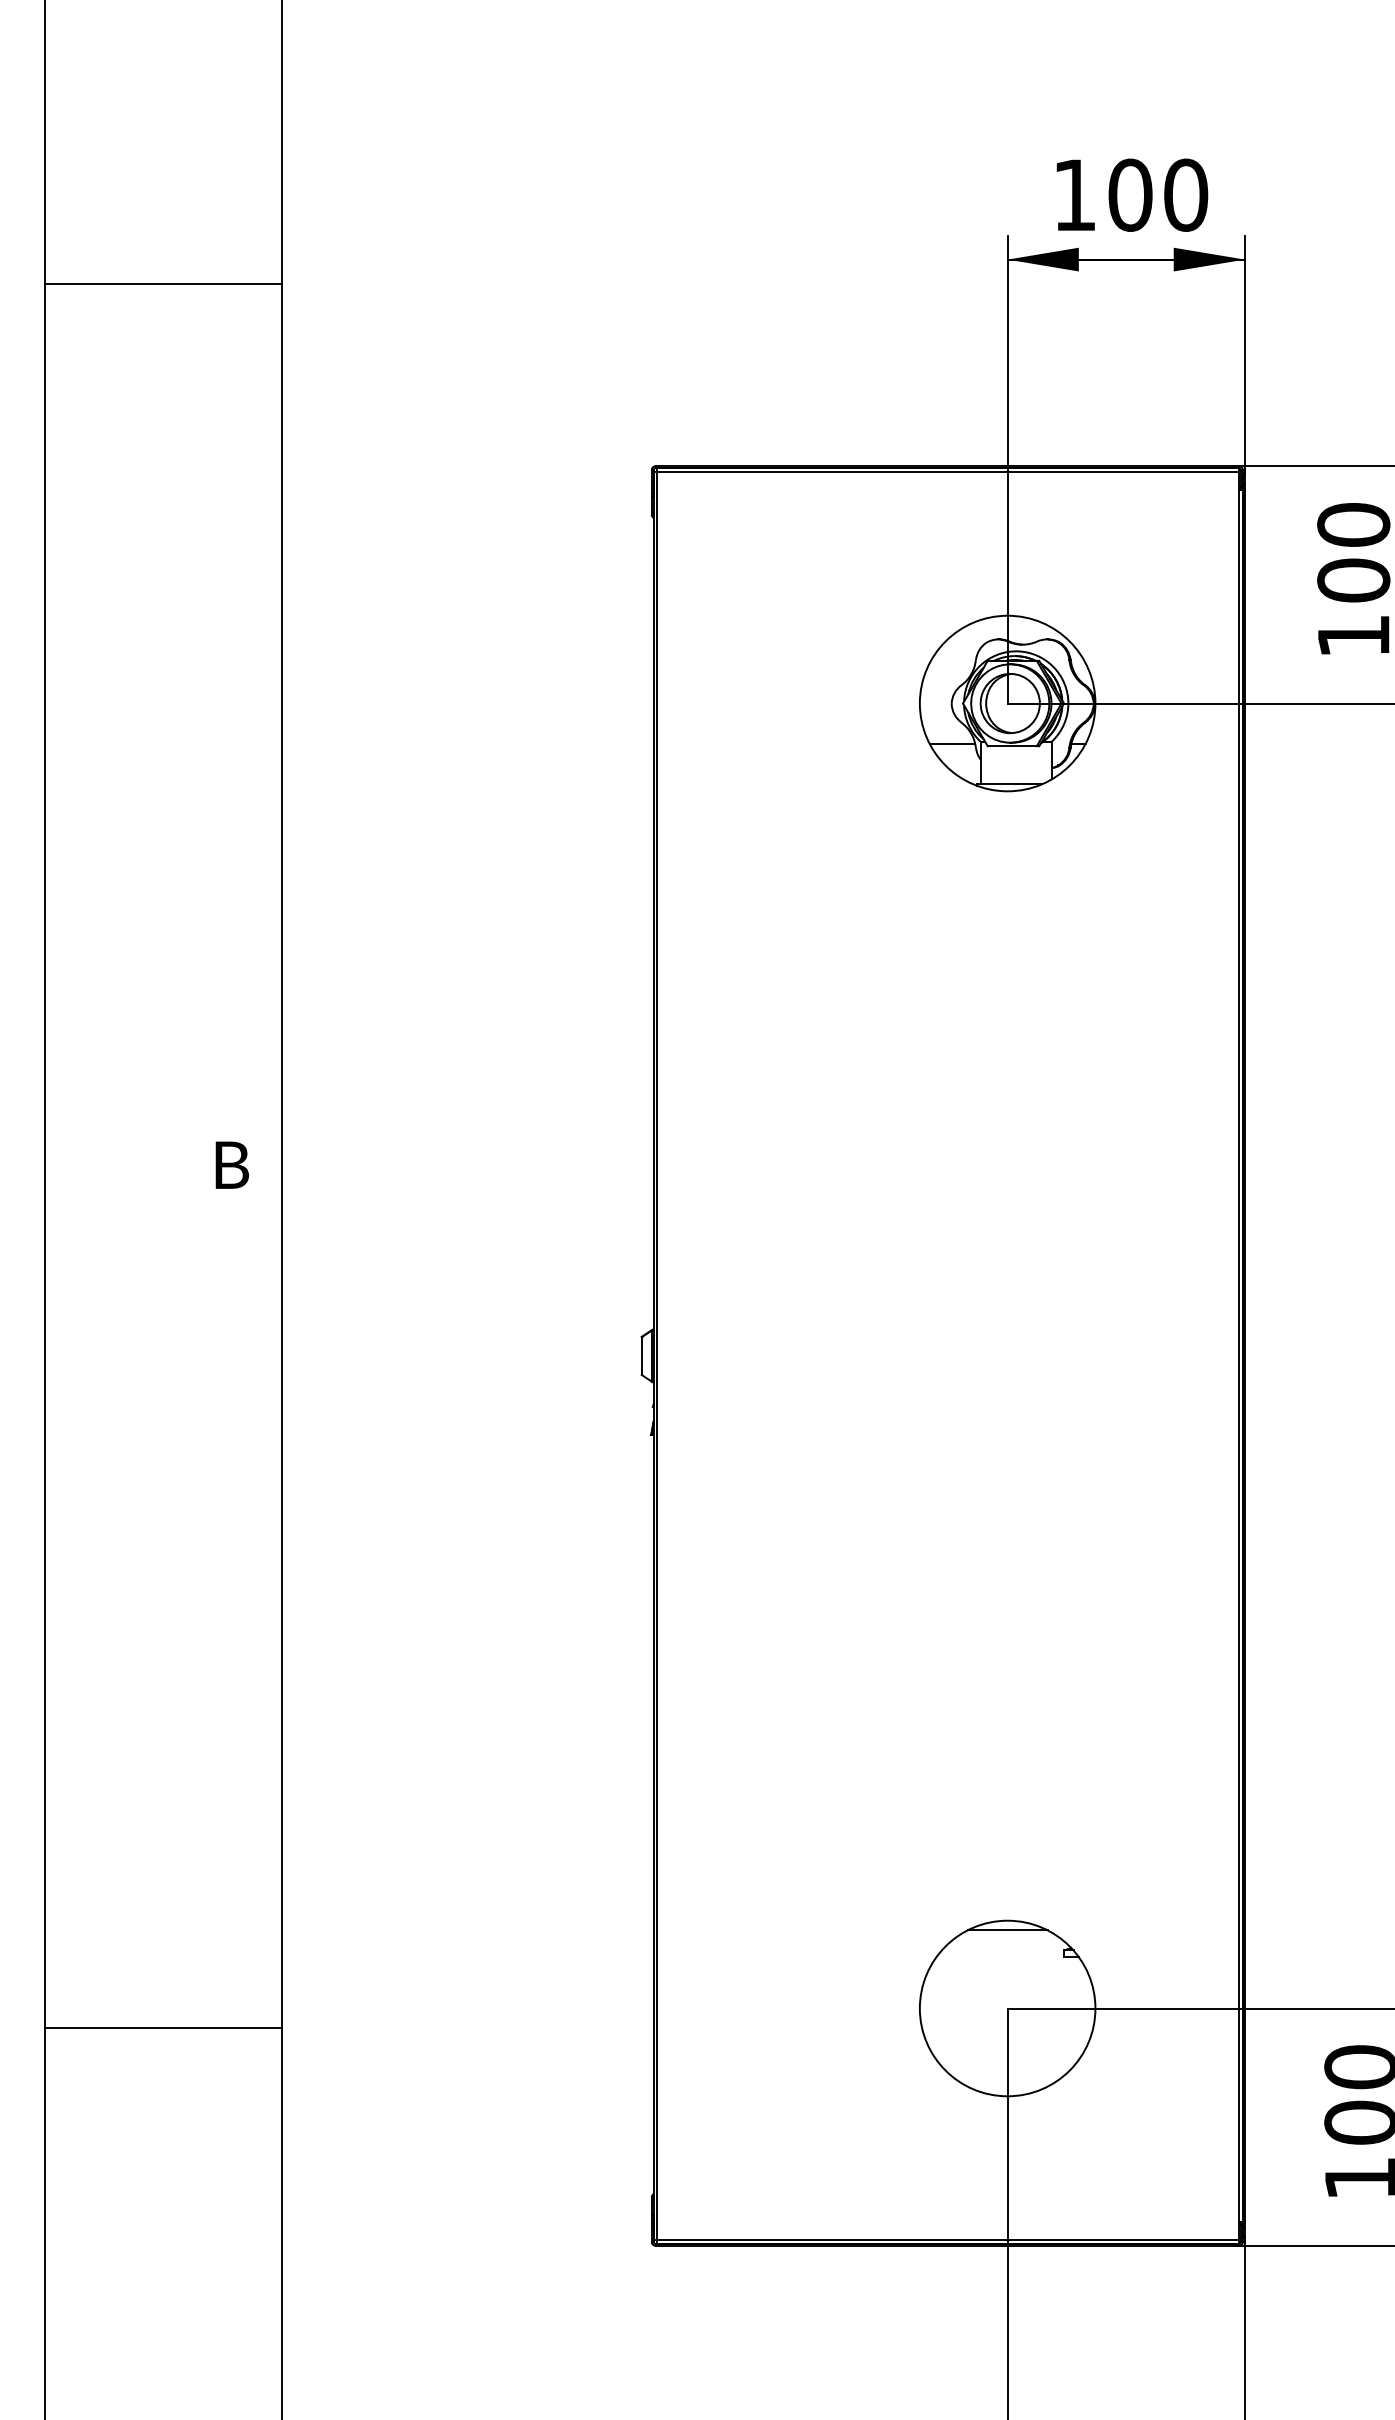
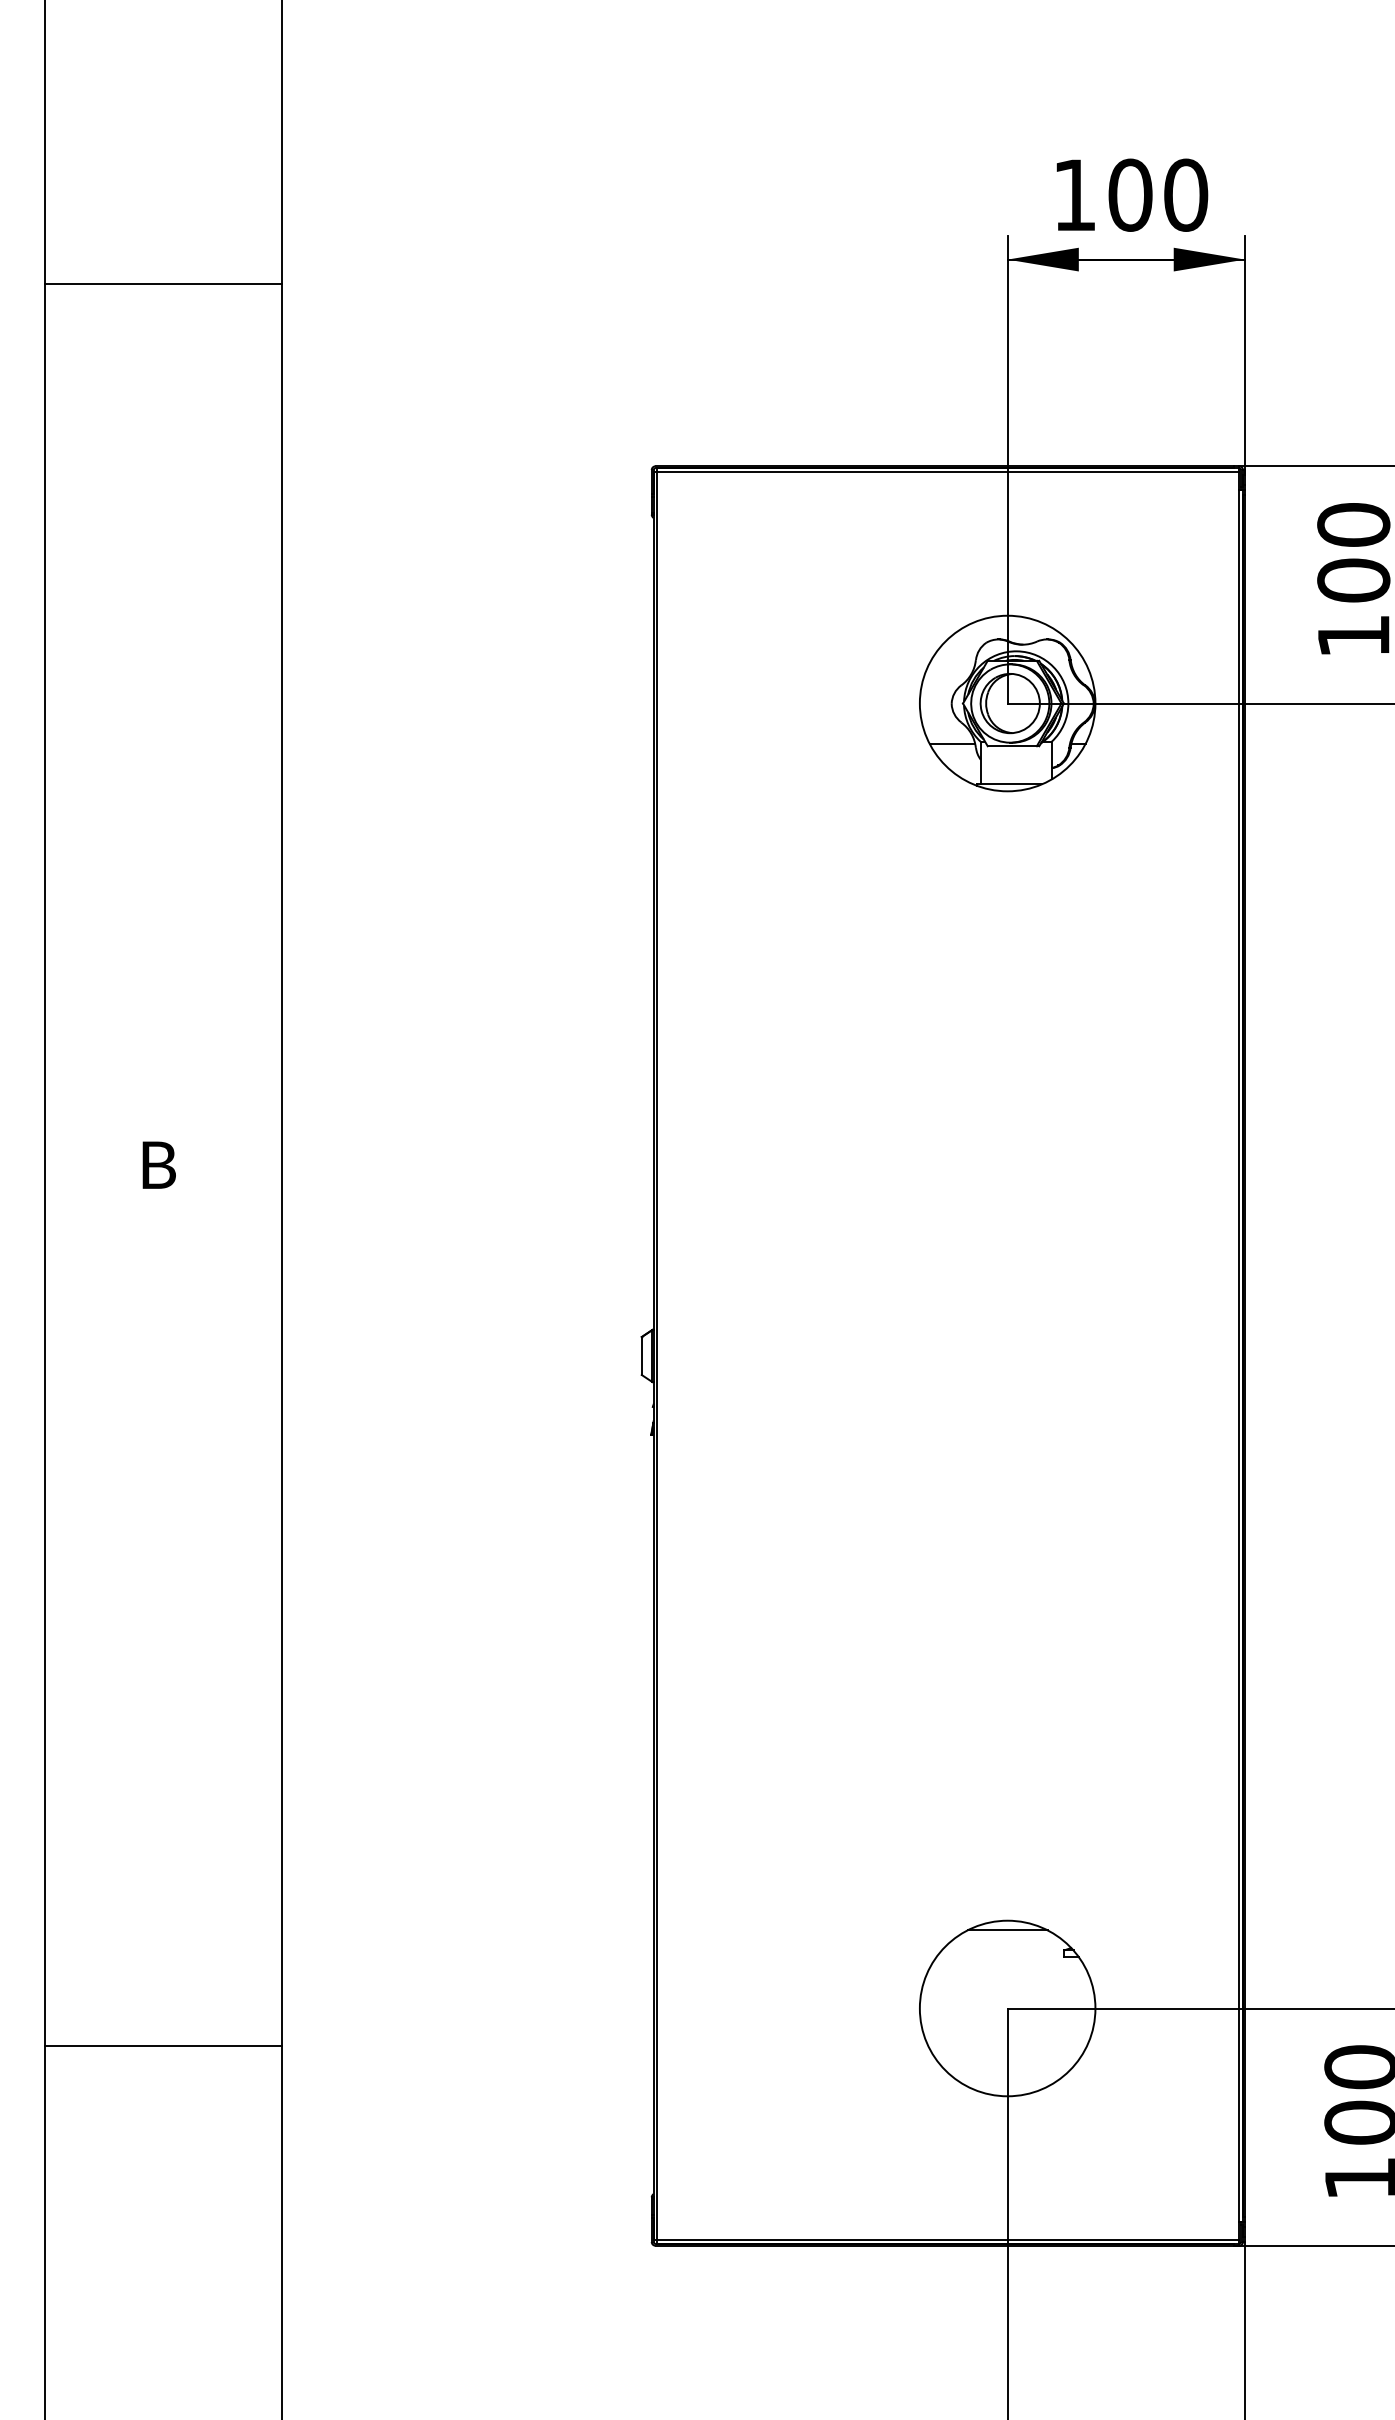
text at (231, 1164) position: (231, 1164) -> (158, 1164)
line at (163, 2028) position: (163, 2028) -> (163, 2046)
